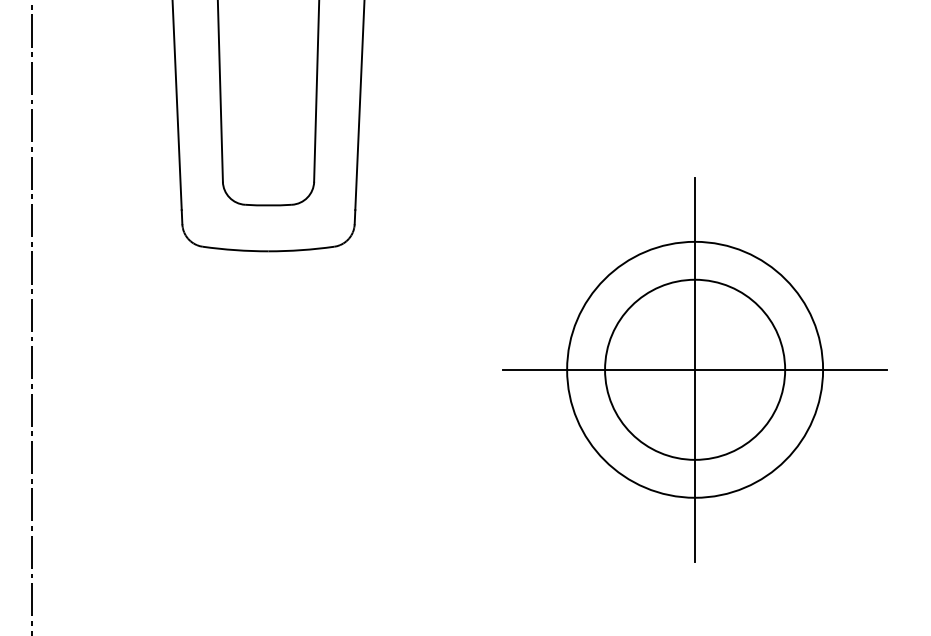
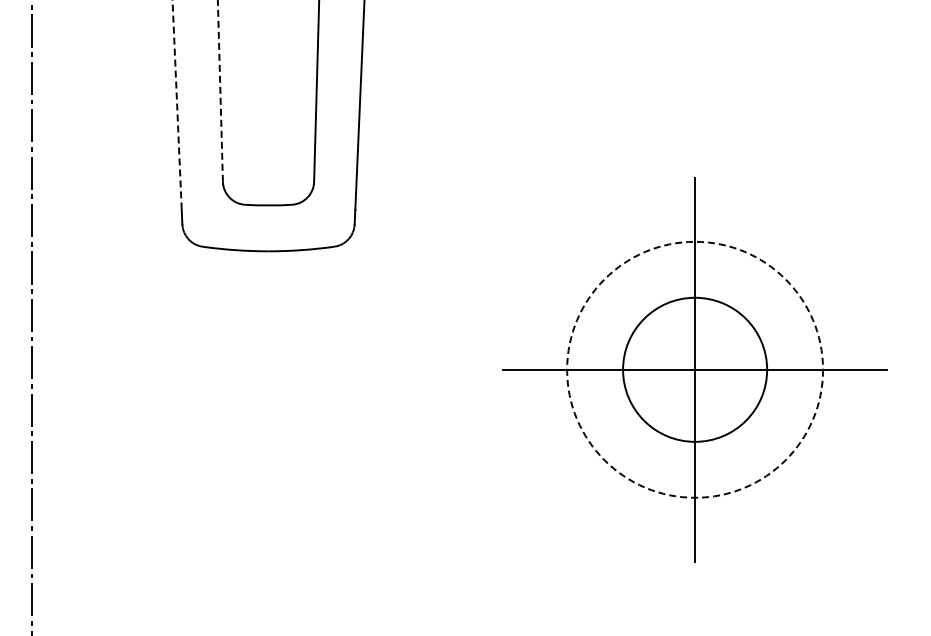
line at (220, 90): solid -> dashed
line at (177, 105): solid -> dashed
circle at (695, 369) diameter: 180 px -> 144 px
circle at (695, 369): solid -> dashed
